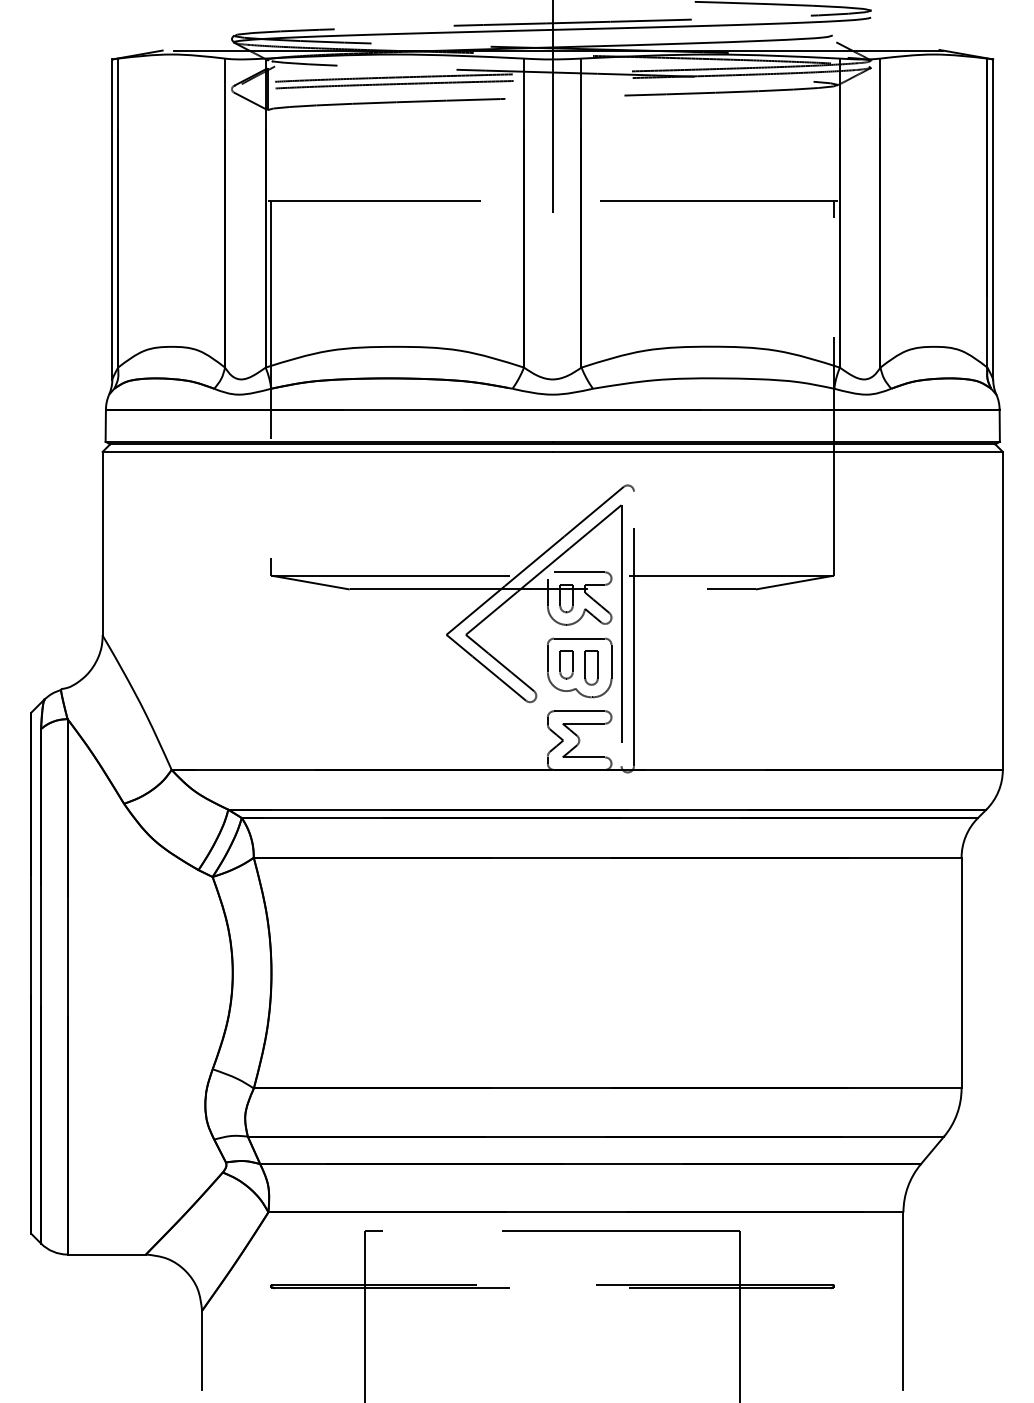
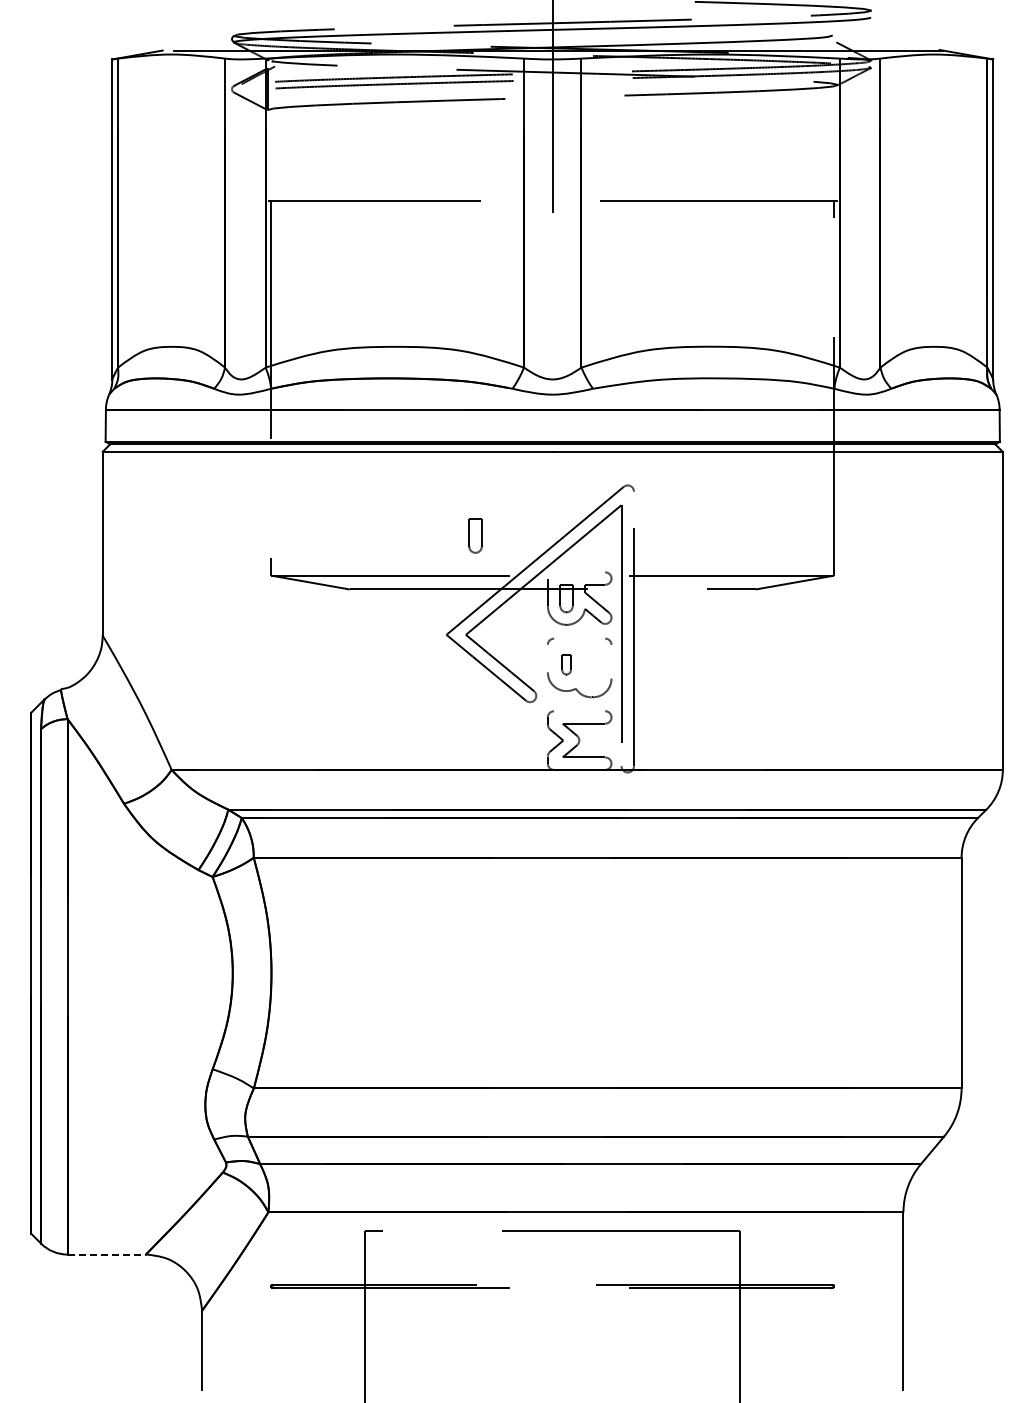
line at (579, 572): present -> none
line at (579, 638): present -> none
line at (547, 658): present -> none
line at (611, 661): present -> none
part at (566, 664) size: 15x30 px -> 11x22 px
part at (591, 667) position: (591, 667) -> (475, 535)
line at (579, 711): present -> none
line at (107, 1254): solid -> dashed
